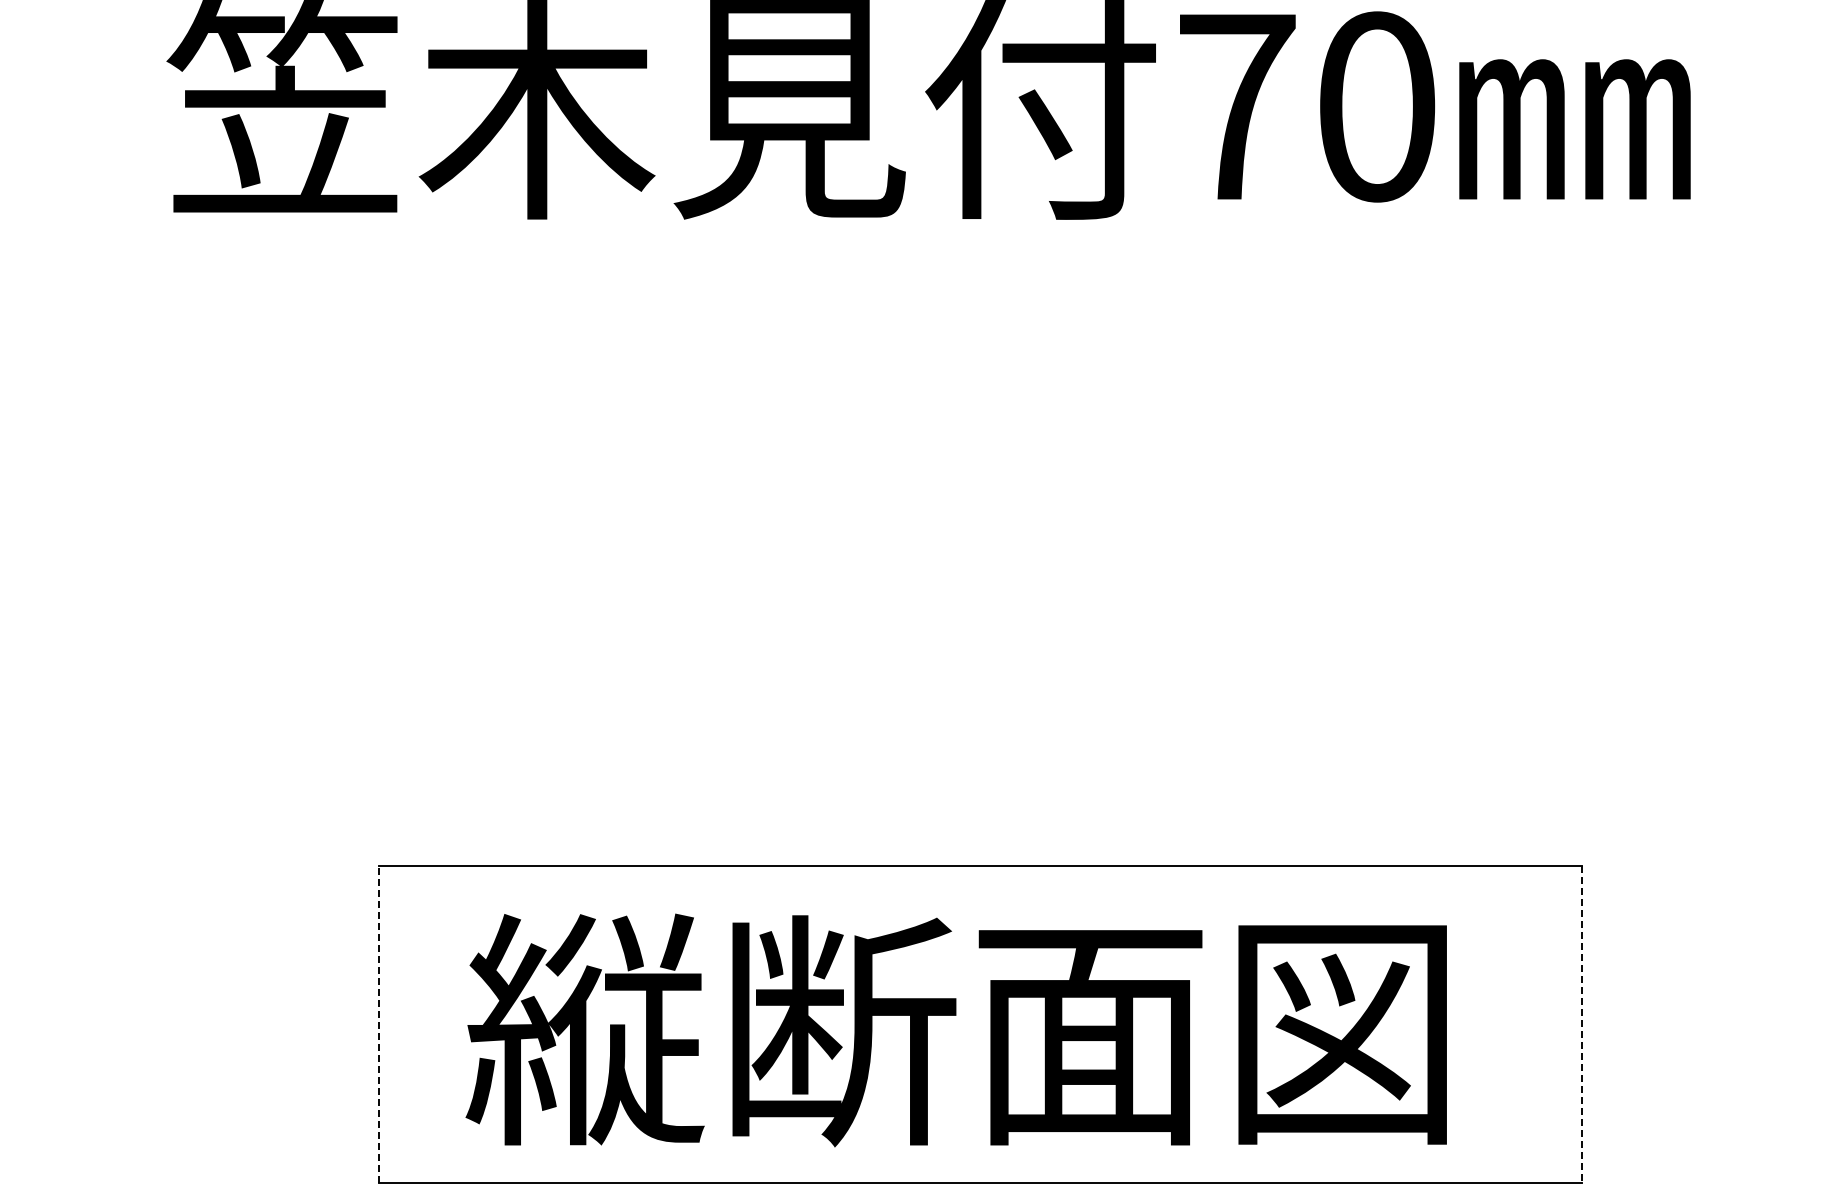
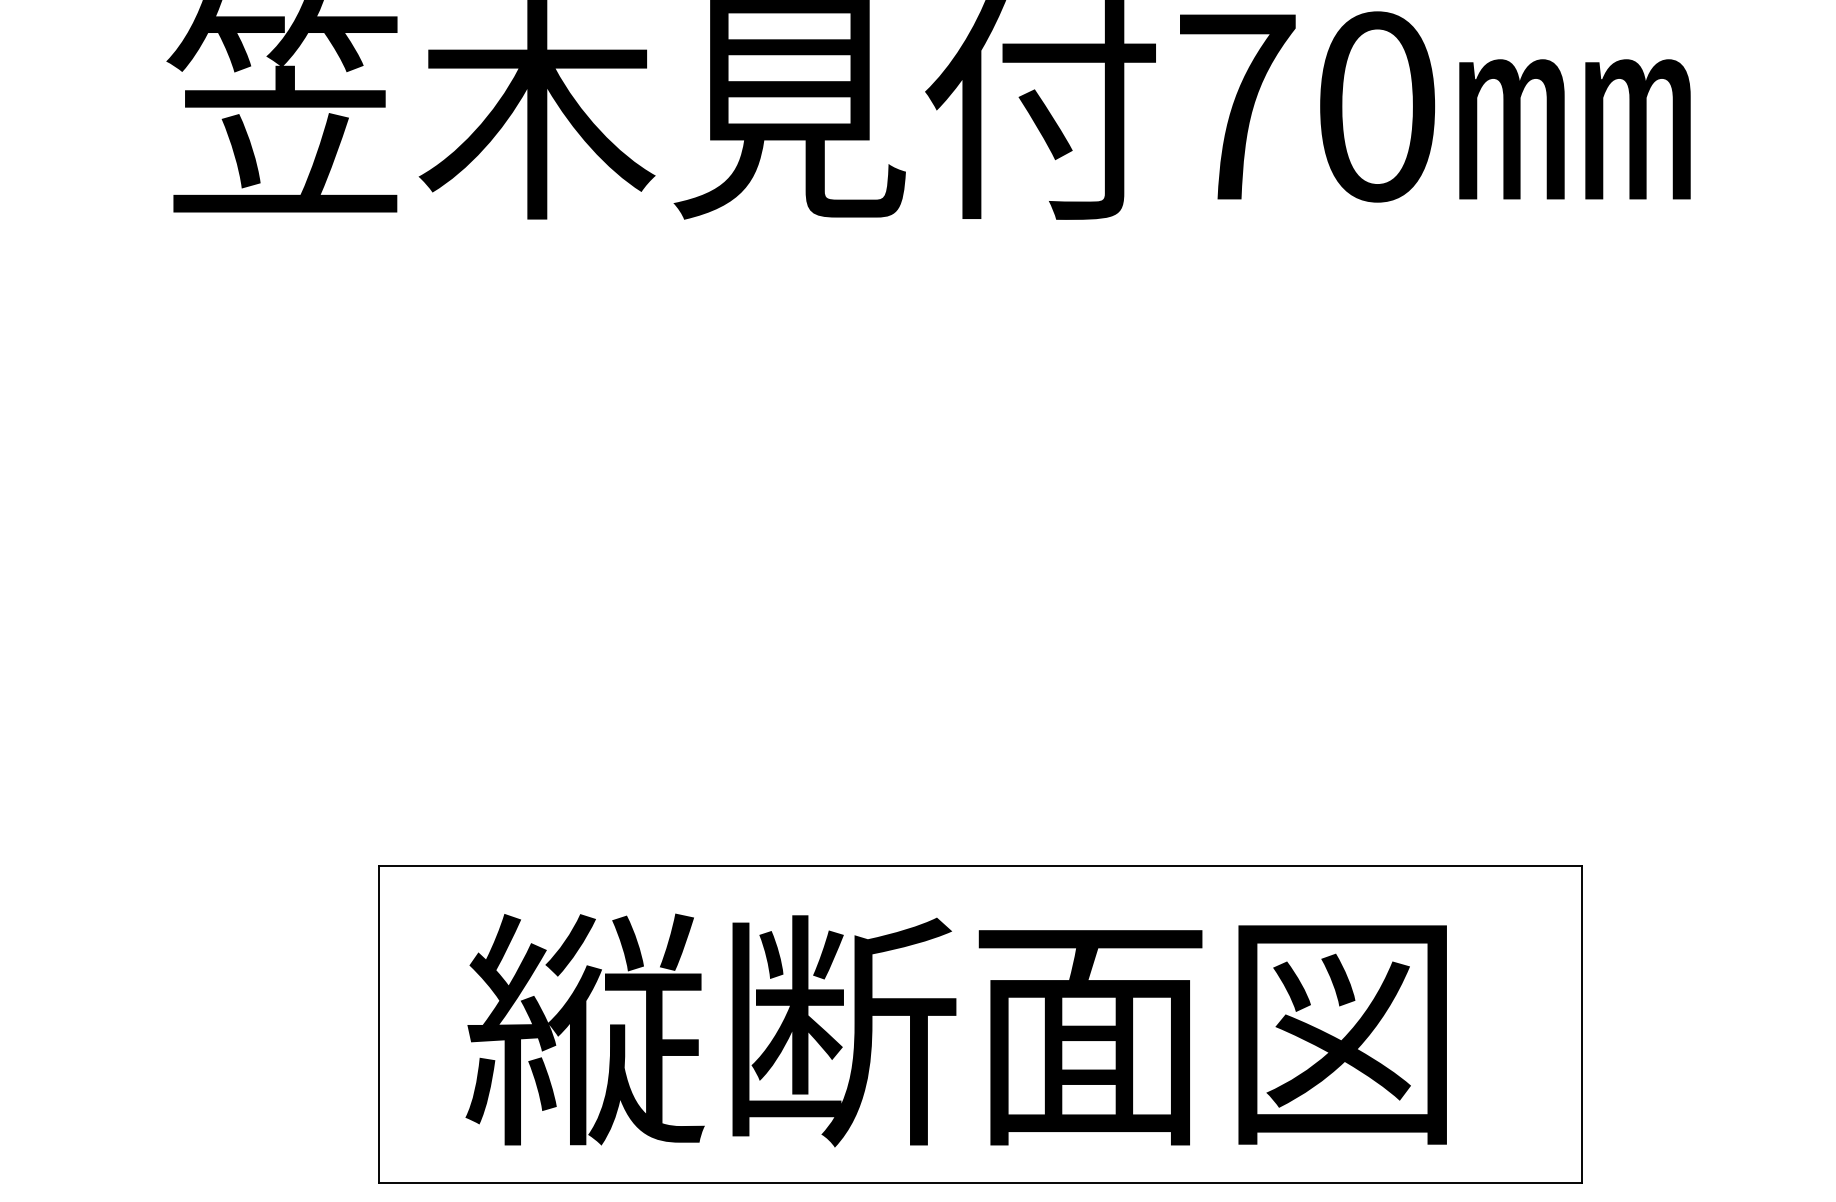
line at (378, 1024): dashed -> solid
line at (1582, 1024): dashed -> solid
